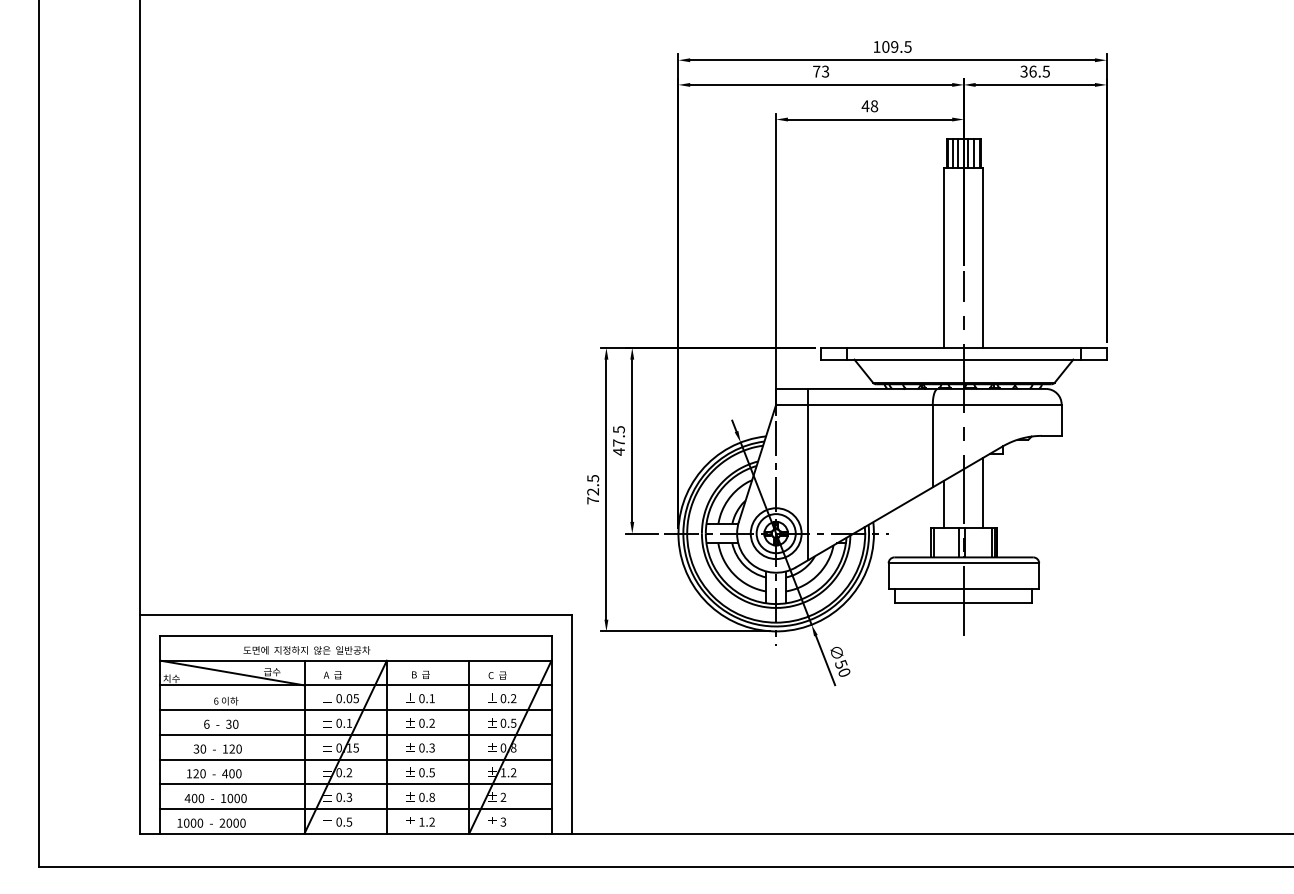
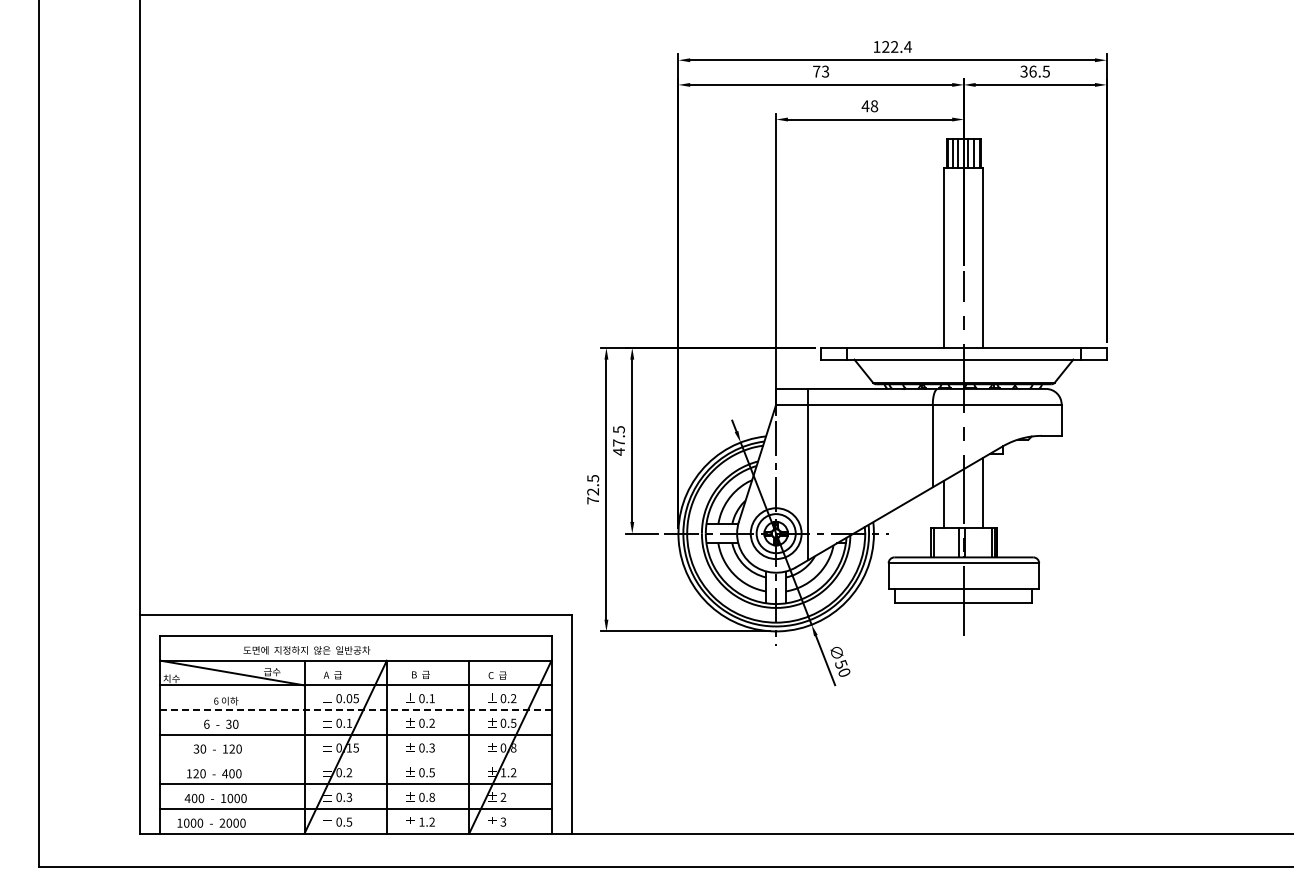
text at (896, 46): 109.5 -> 122.4
line at (355, 710): solid -> dashed
line at (355, 759): present -> none
